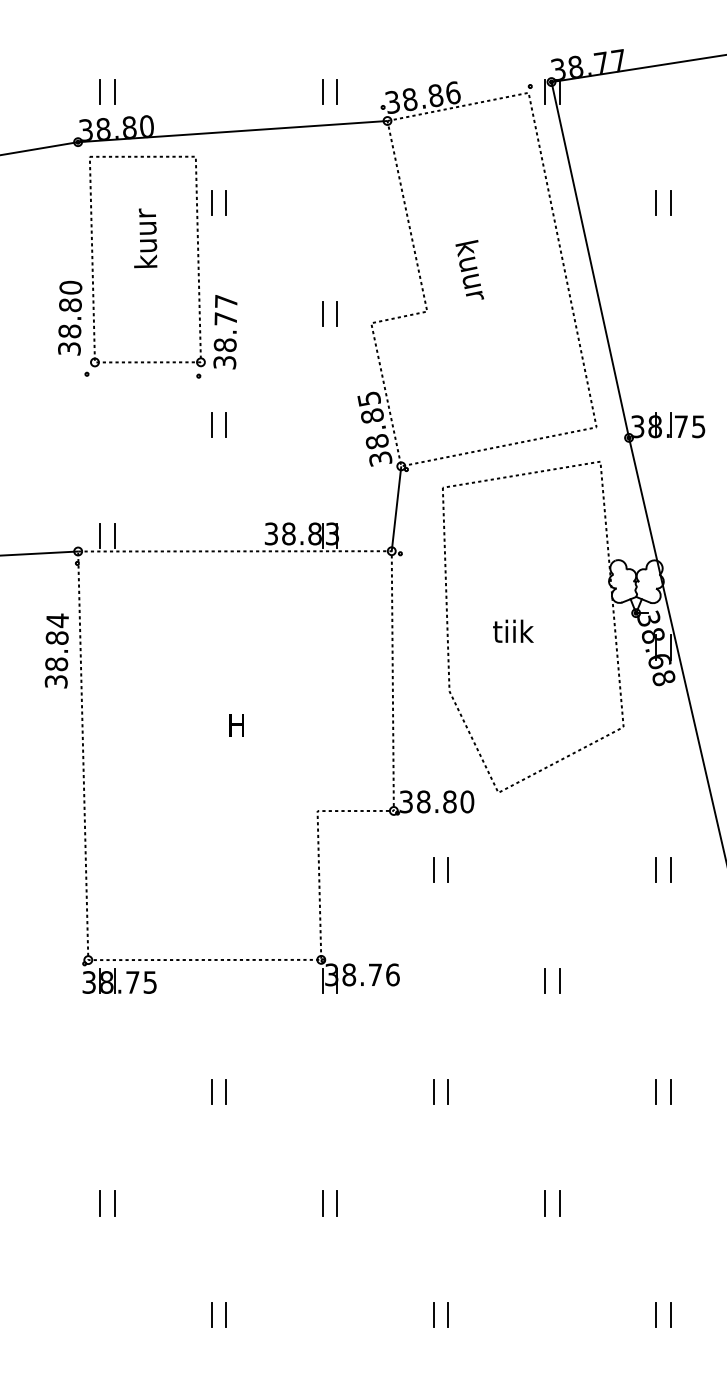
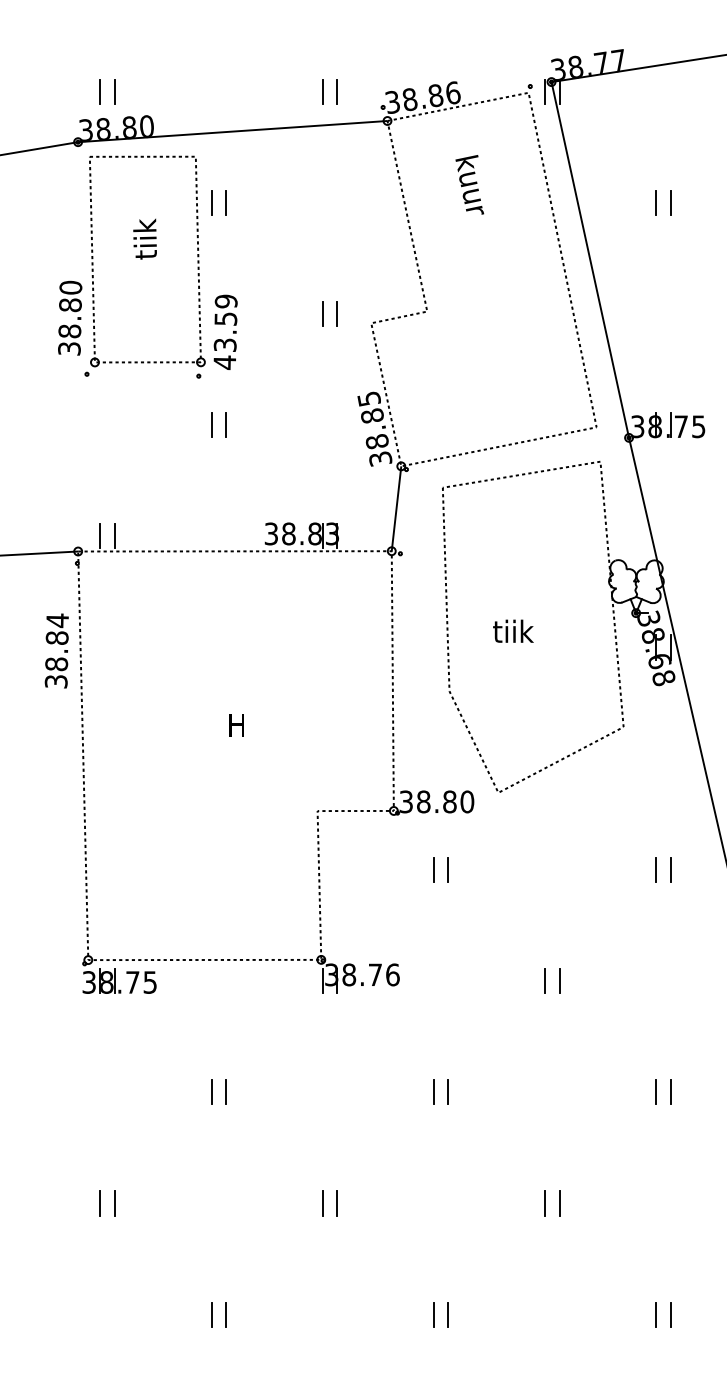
text at (145, 238): kuur -> tiik
text at (469, 269) position: (469, 269) -> (469, 184)
text at (225, 332): 38.77 -> 43.59
